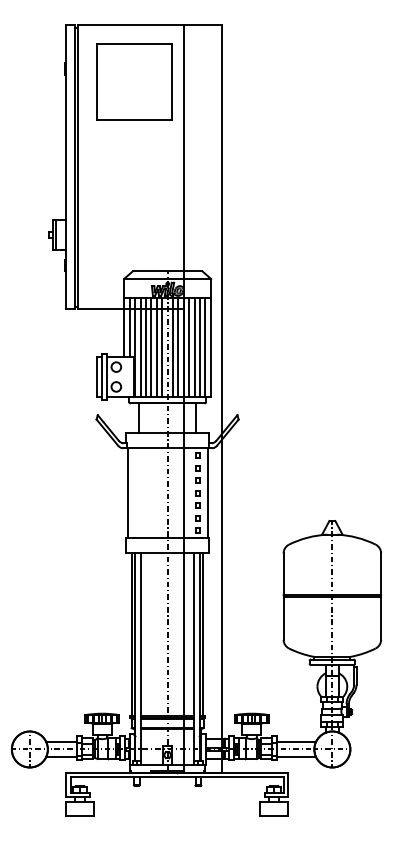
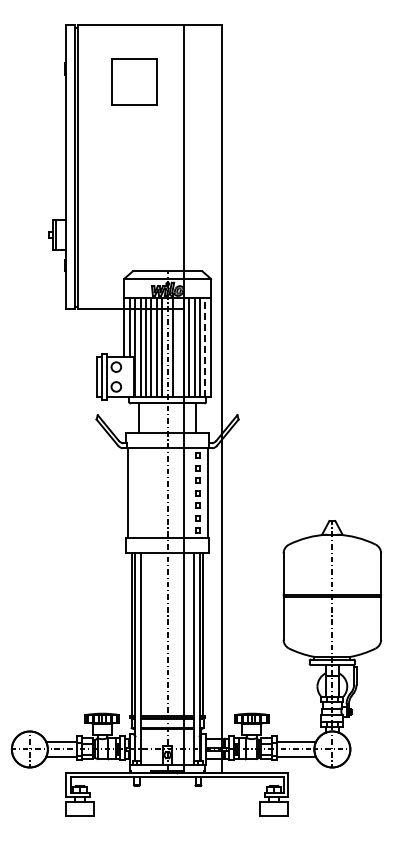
part at (134, 81) size: 77x78 px -> 47x48 px
line at (178, 346): present -> none
line at (205, 347): solid -> dashed
